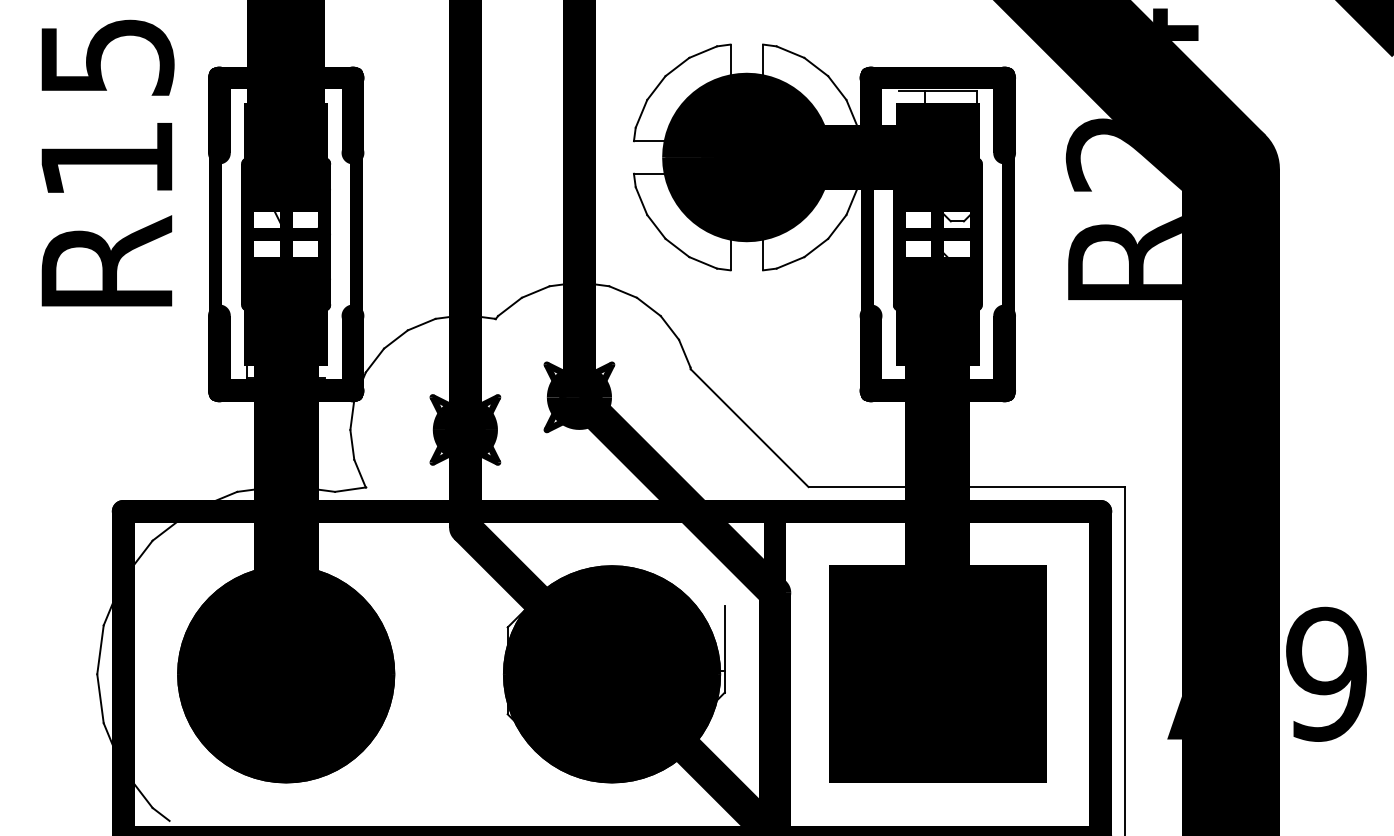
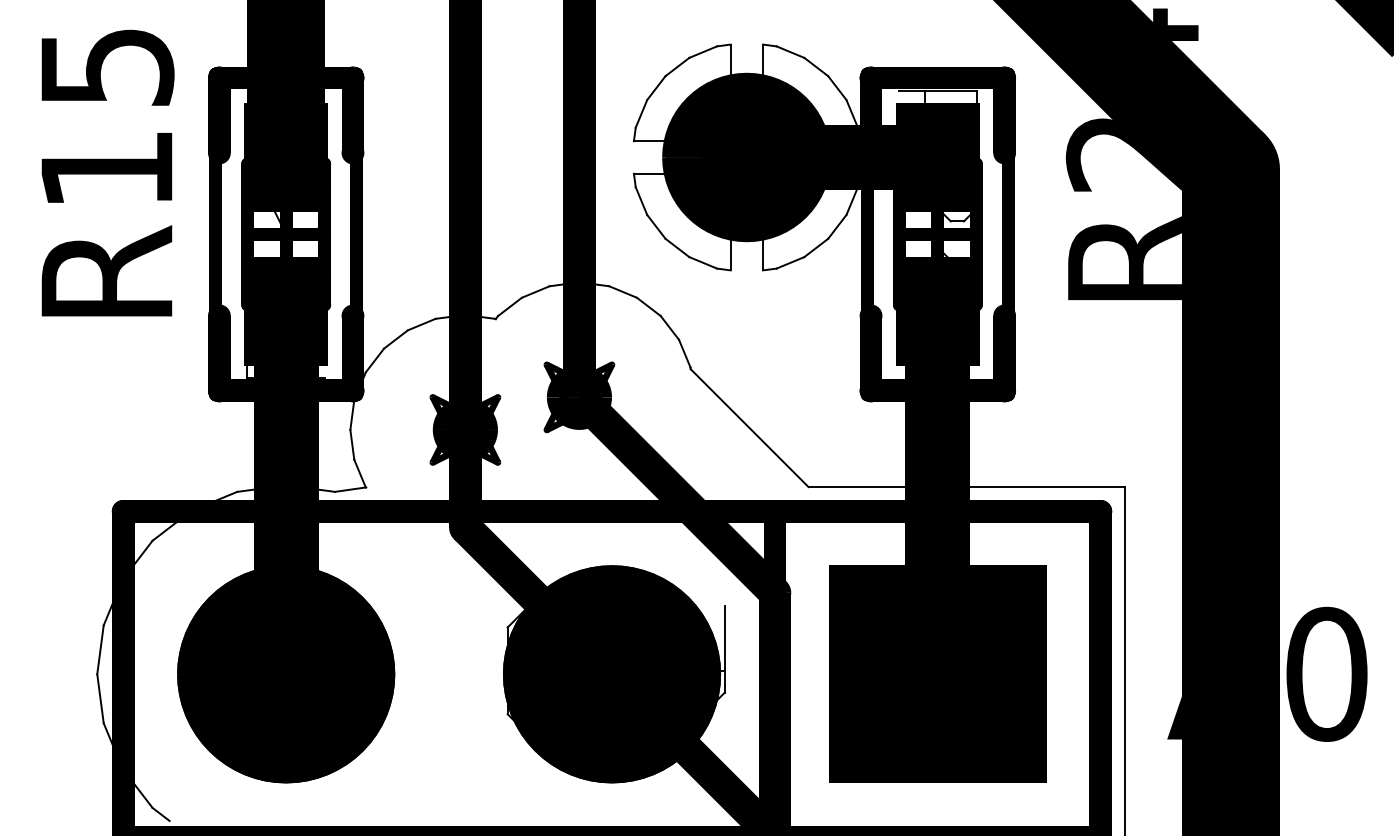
text at (107, 162) position: (107, 162) -> (107, 172)
text at (1326, 673): A9 -> A0
